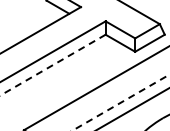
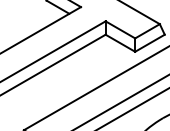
line at (52, 65): dashed -> solid
line at (120, 103): dashed -> solid
